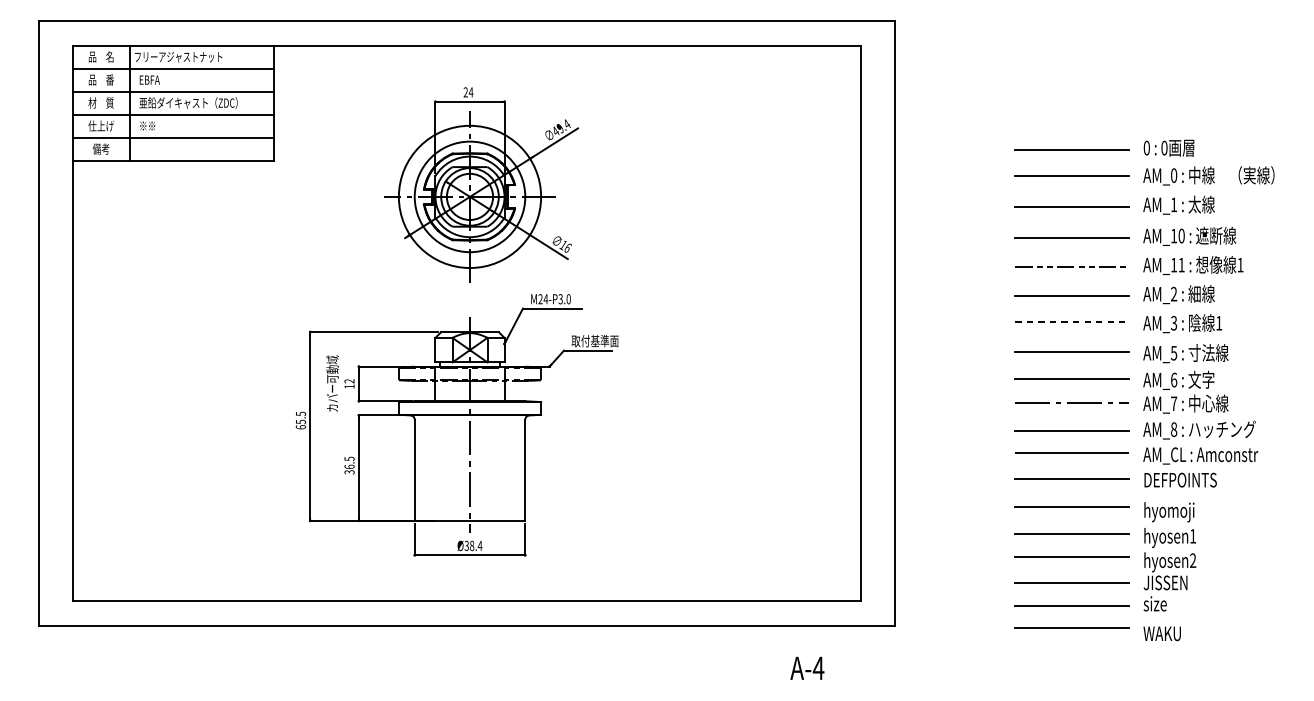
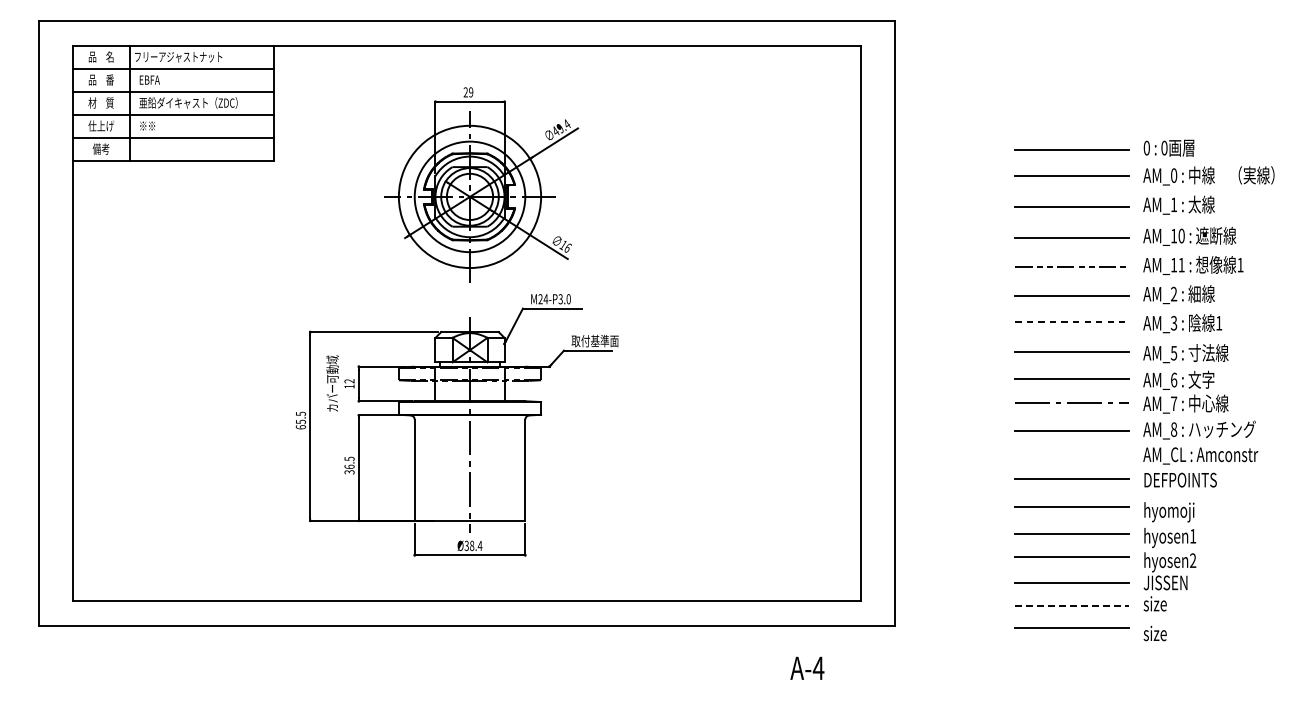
text at (470, 92): 24 -> 29
line at (1071, 453): present -> none
line at (1071, 605): solid -> dashed
text at (1161, 633): WAKU -> size
